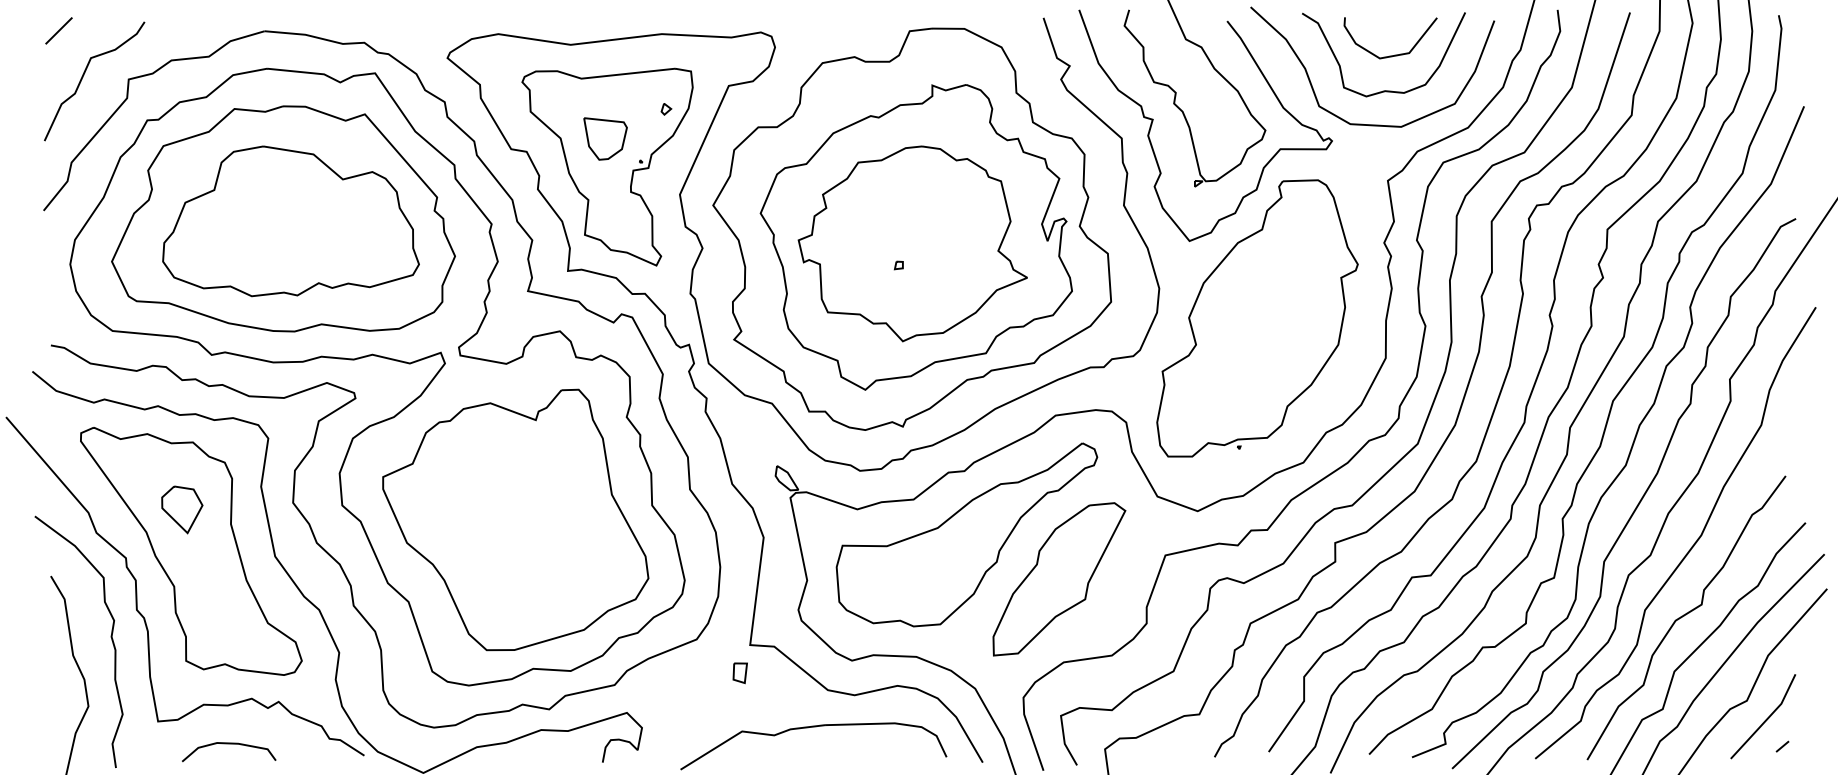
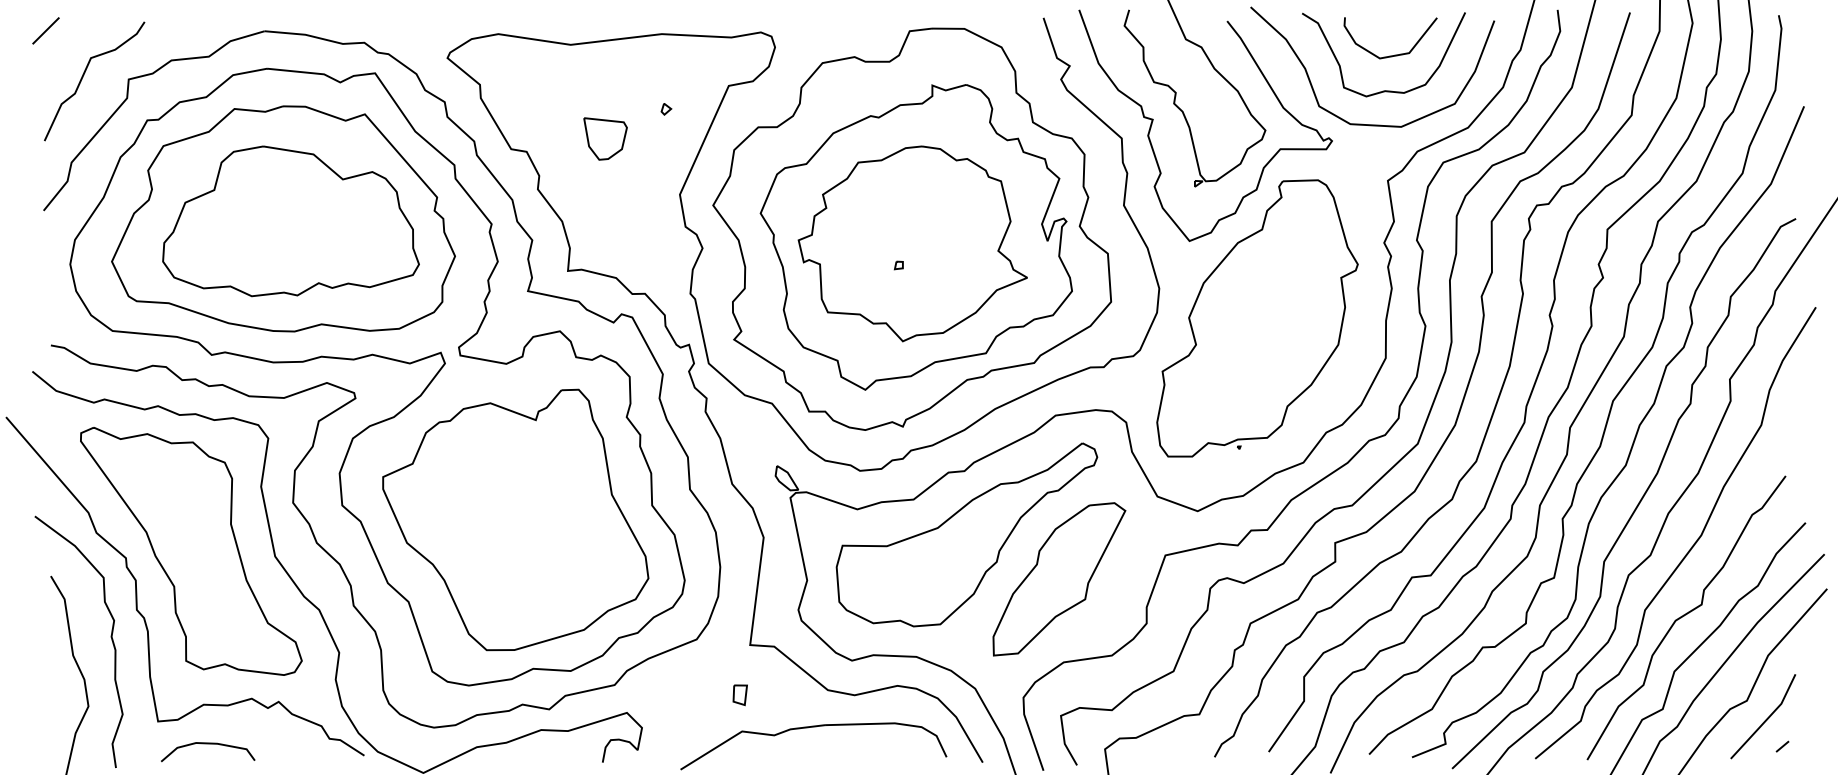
line at (58, 30) position: (58, 30) -> (45, 30)
part at (607, 166): present -> none
part at (182, 509): present -> none
part at (739, 673) position: (739, 673) -> (739, 695)
curve at (229, 744) position: (229, 744) -> (208, 744)
